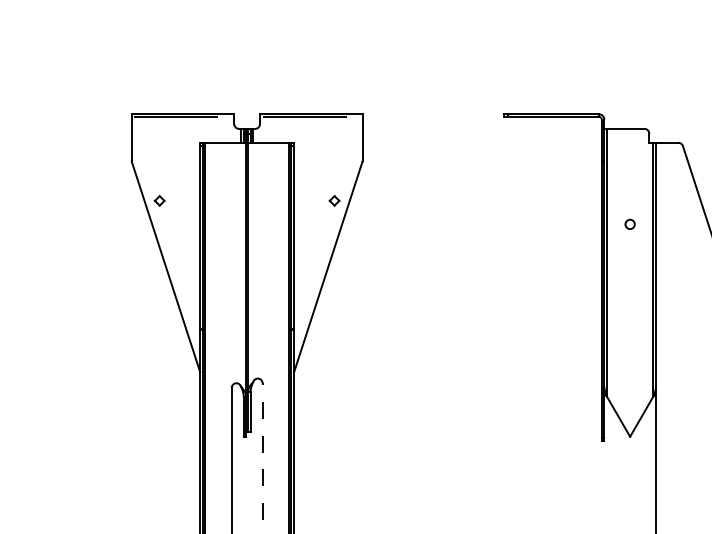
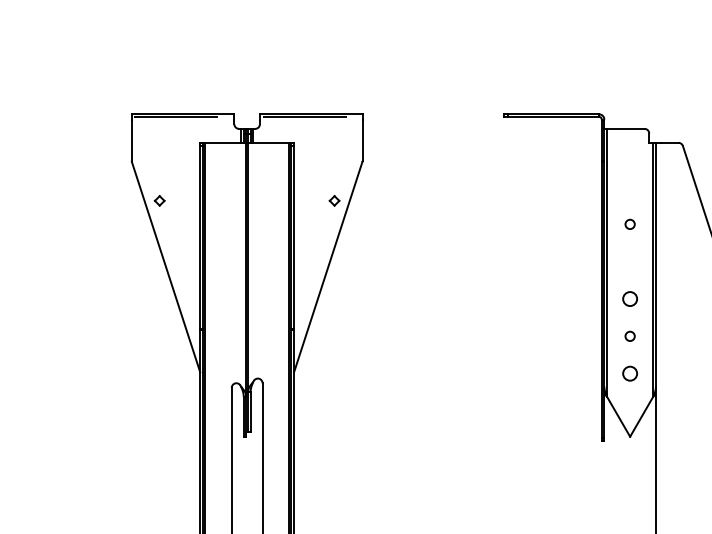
circle at (629, 298): none -> present
circle at (629, 335): none -> present
circle at (629, 373): none -> present
line at (262, 458): dashed -> solid
